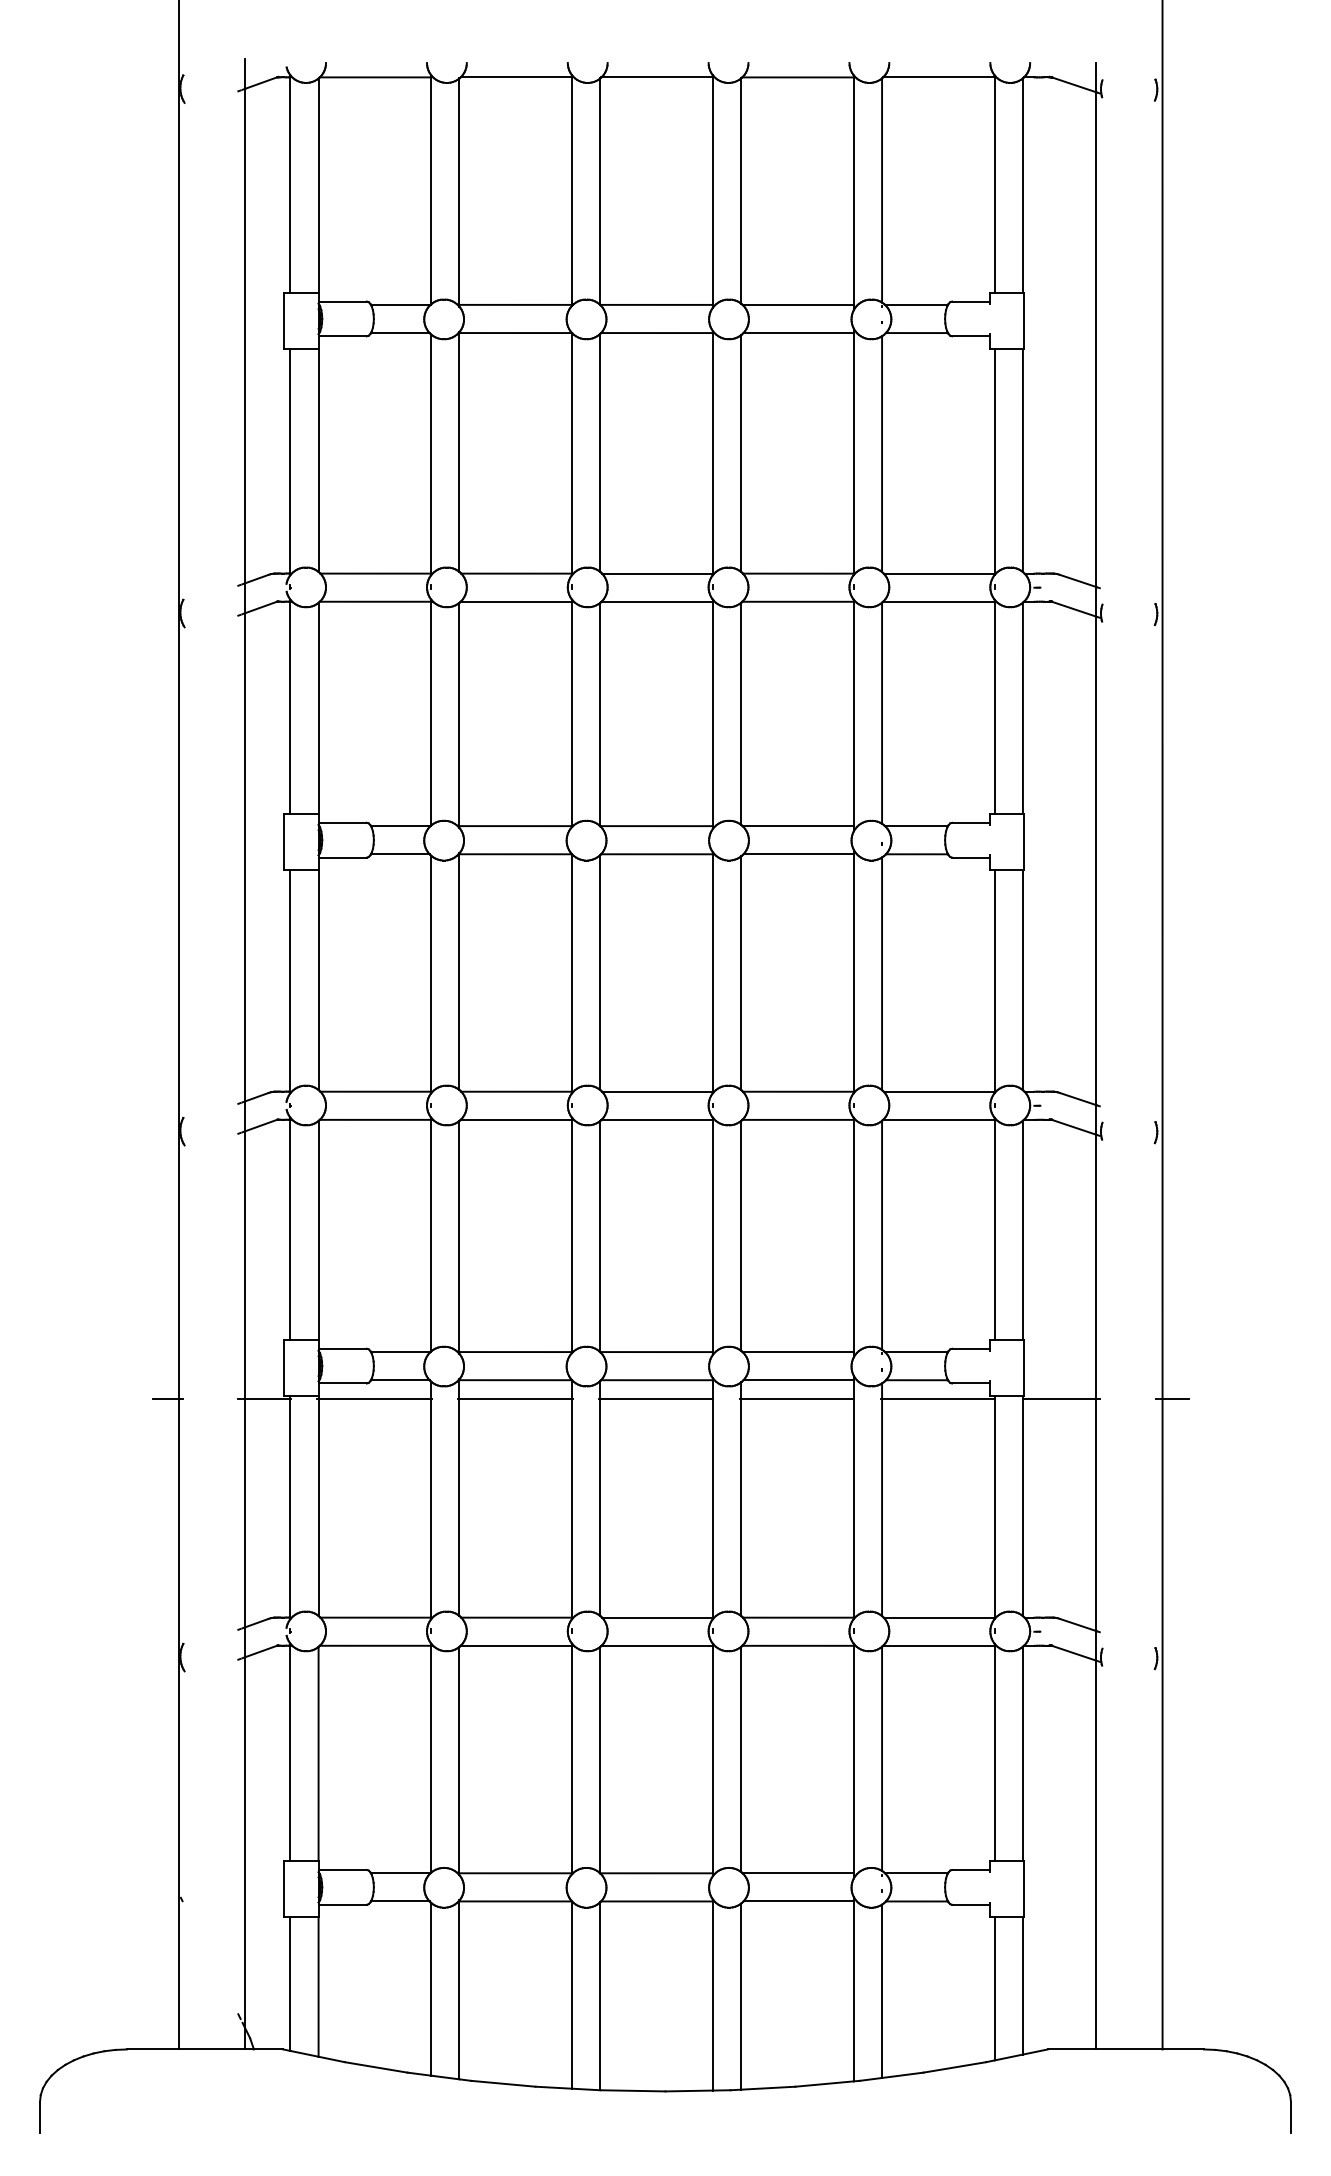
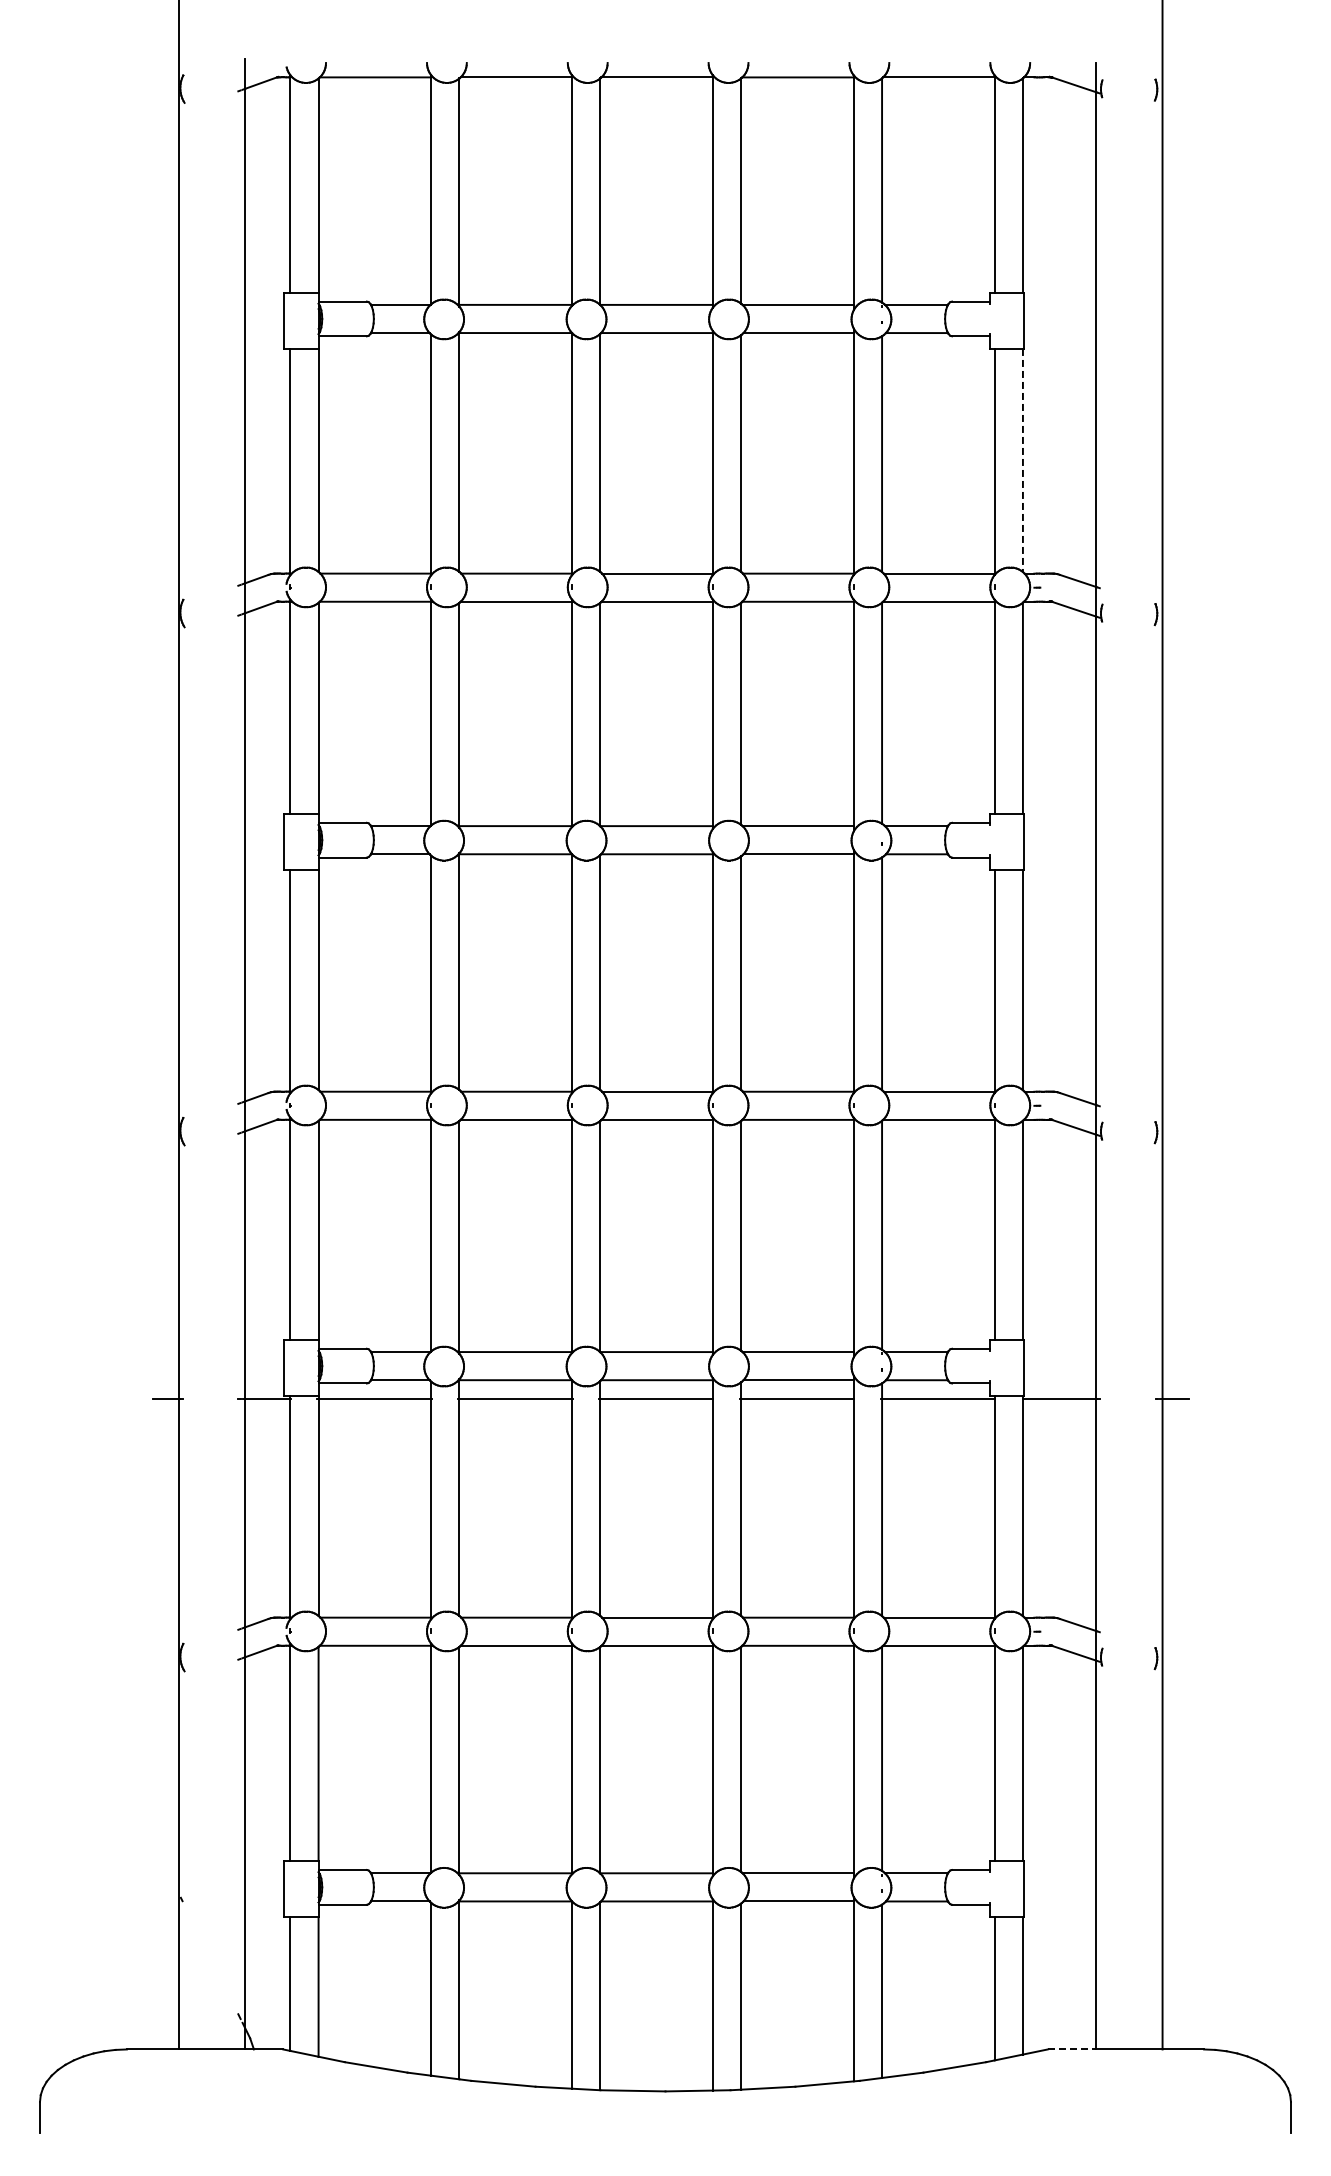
line at (1022, 460): solid -> dashed
line at (1072, 2049): solid -> dashed
